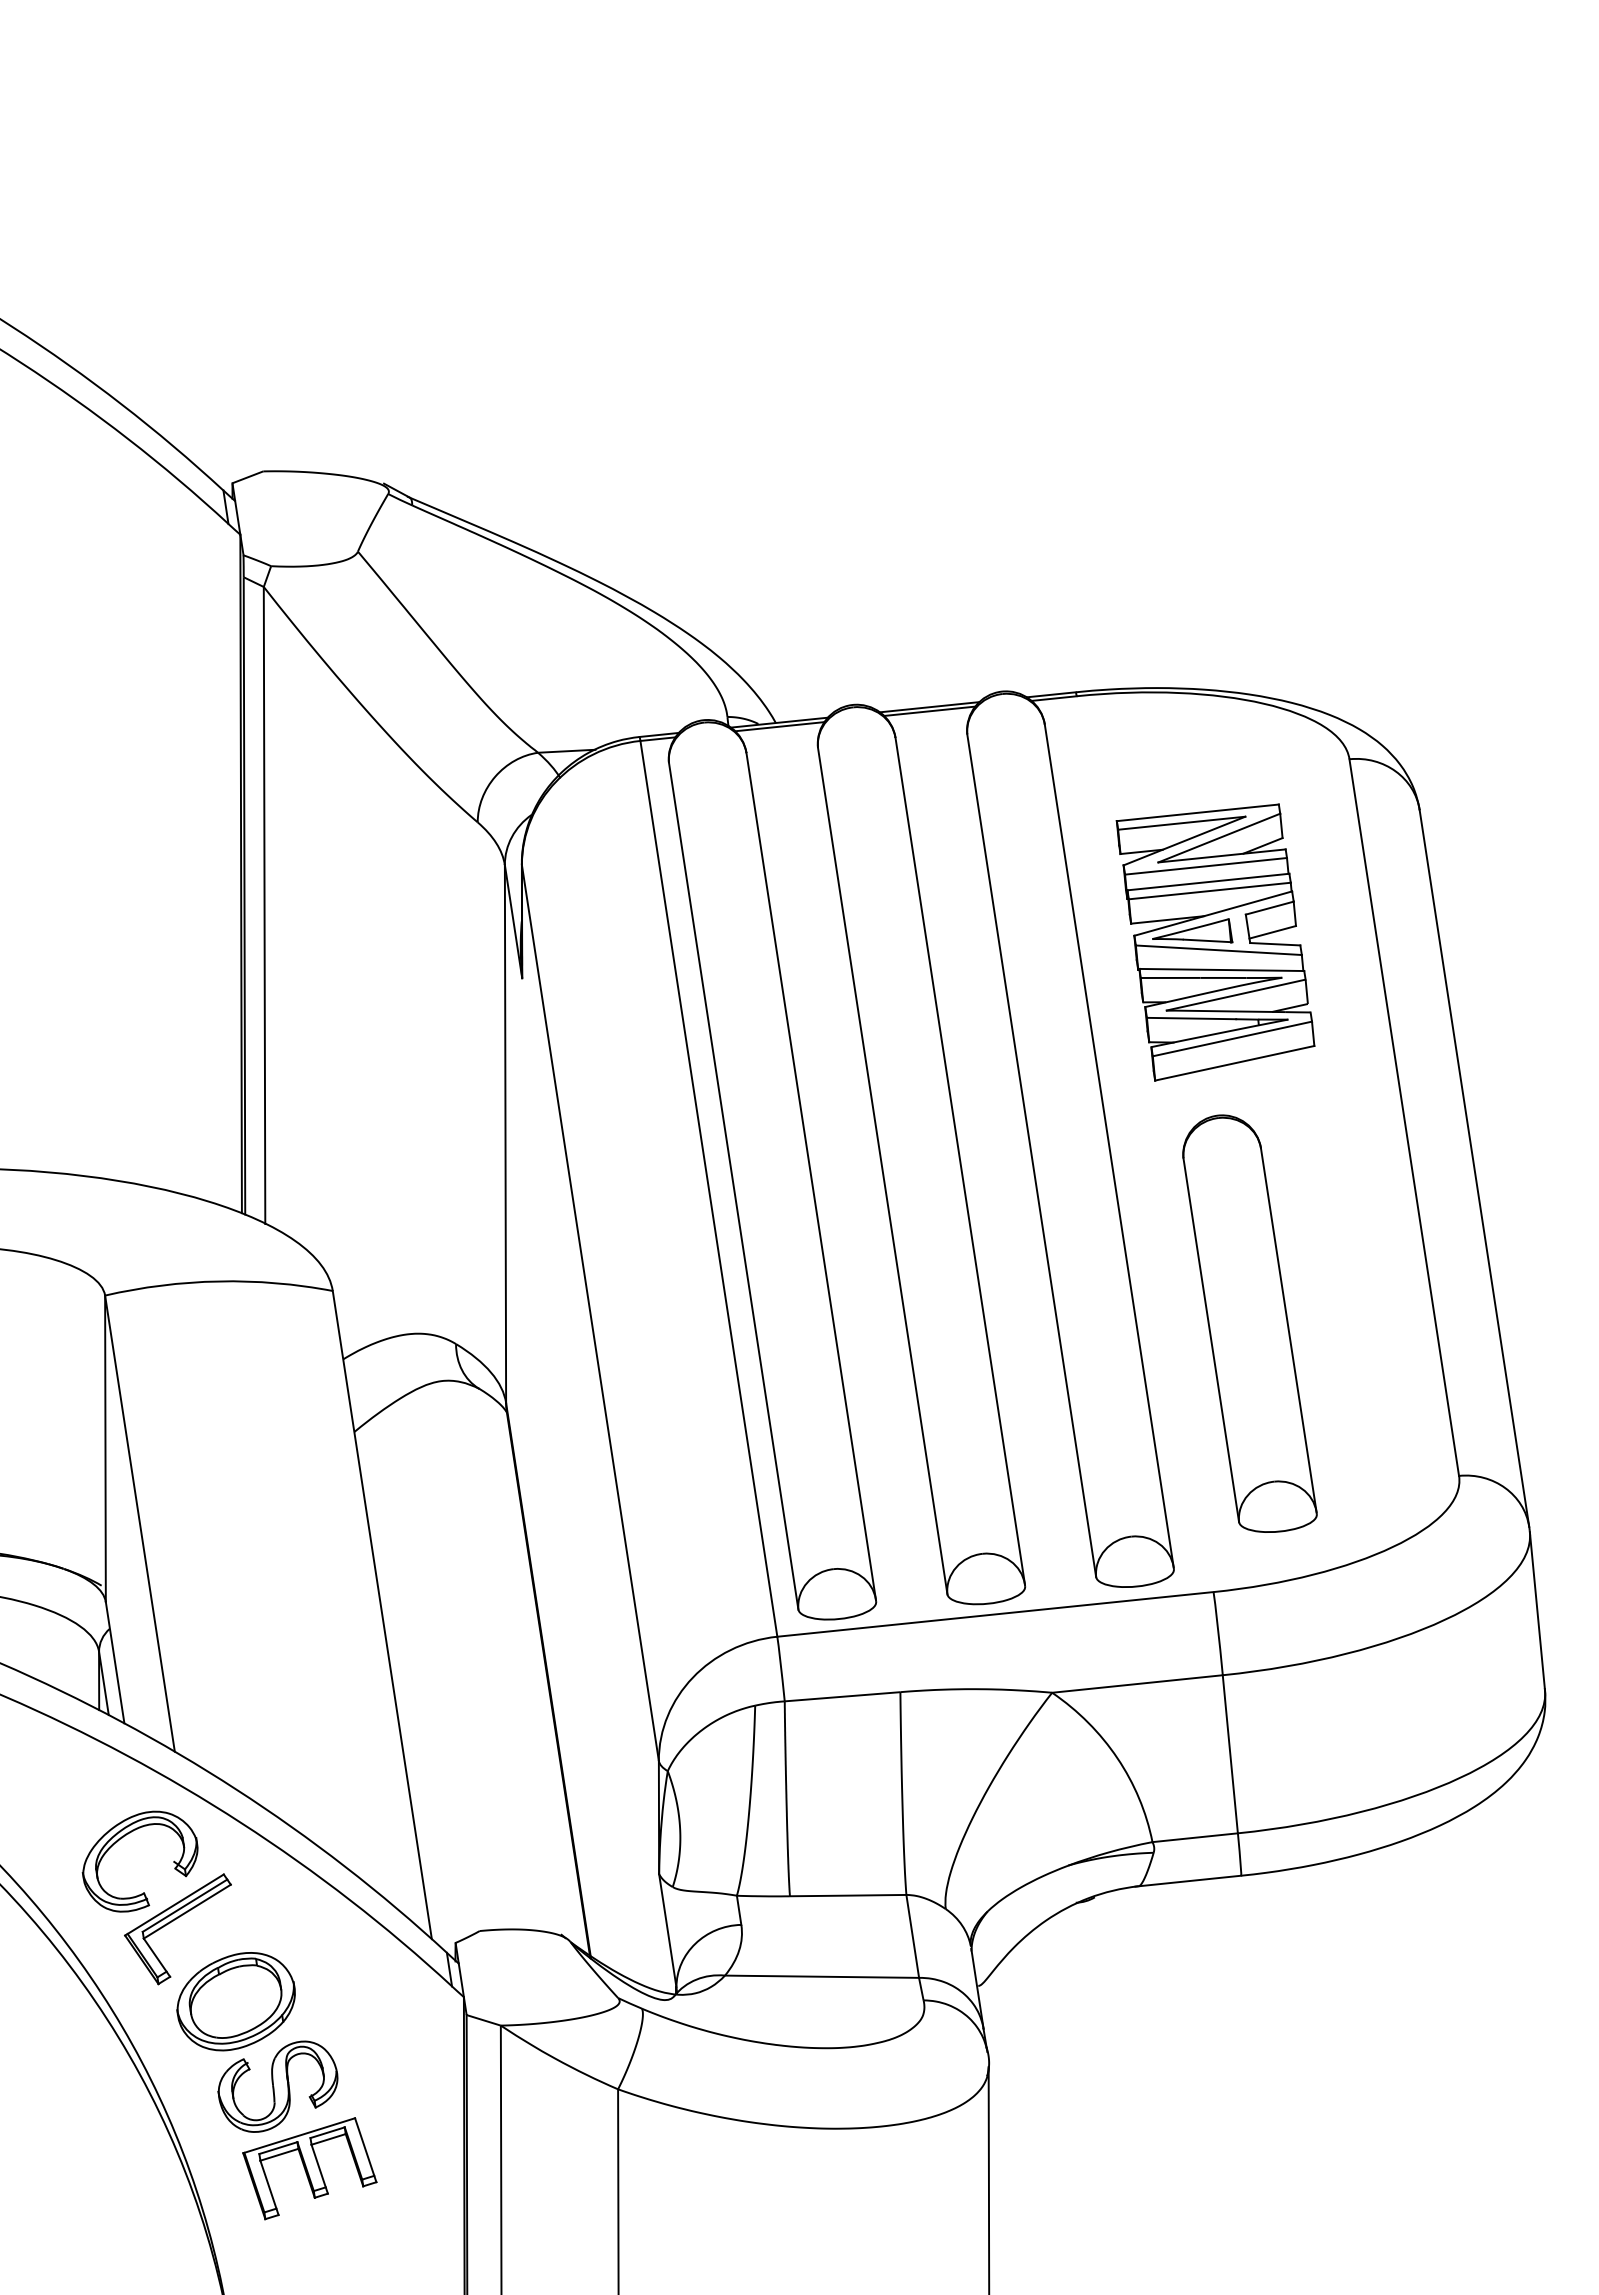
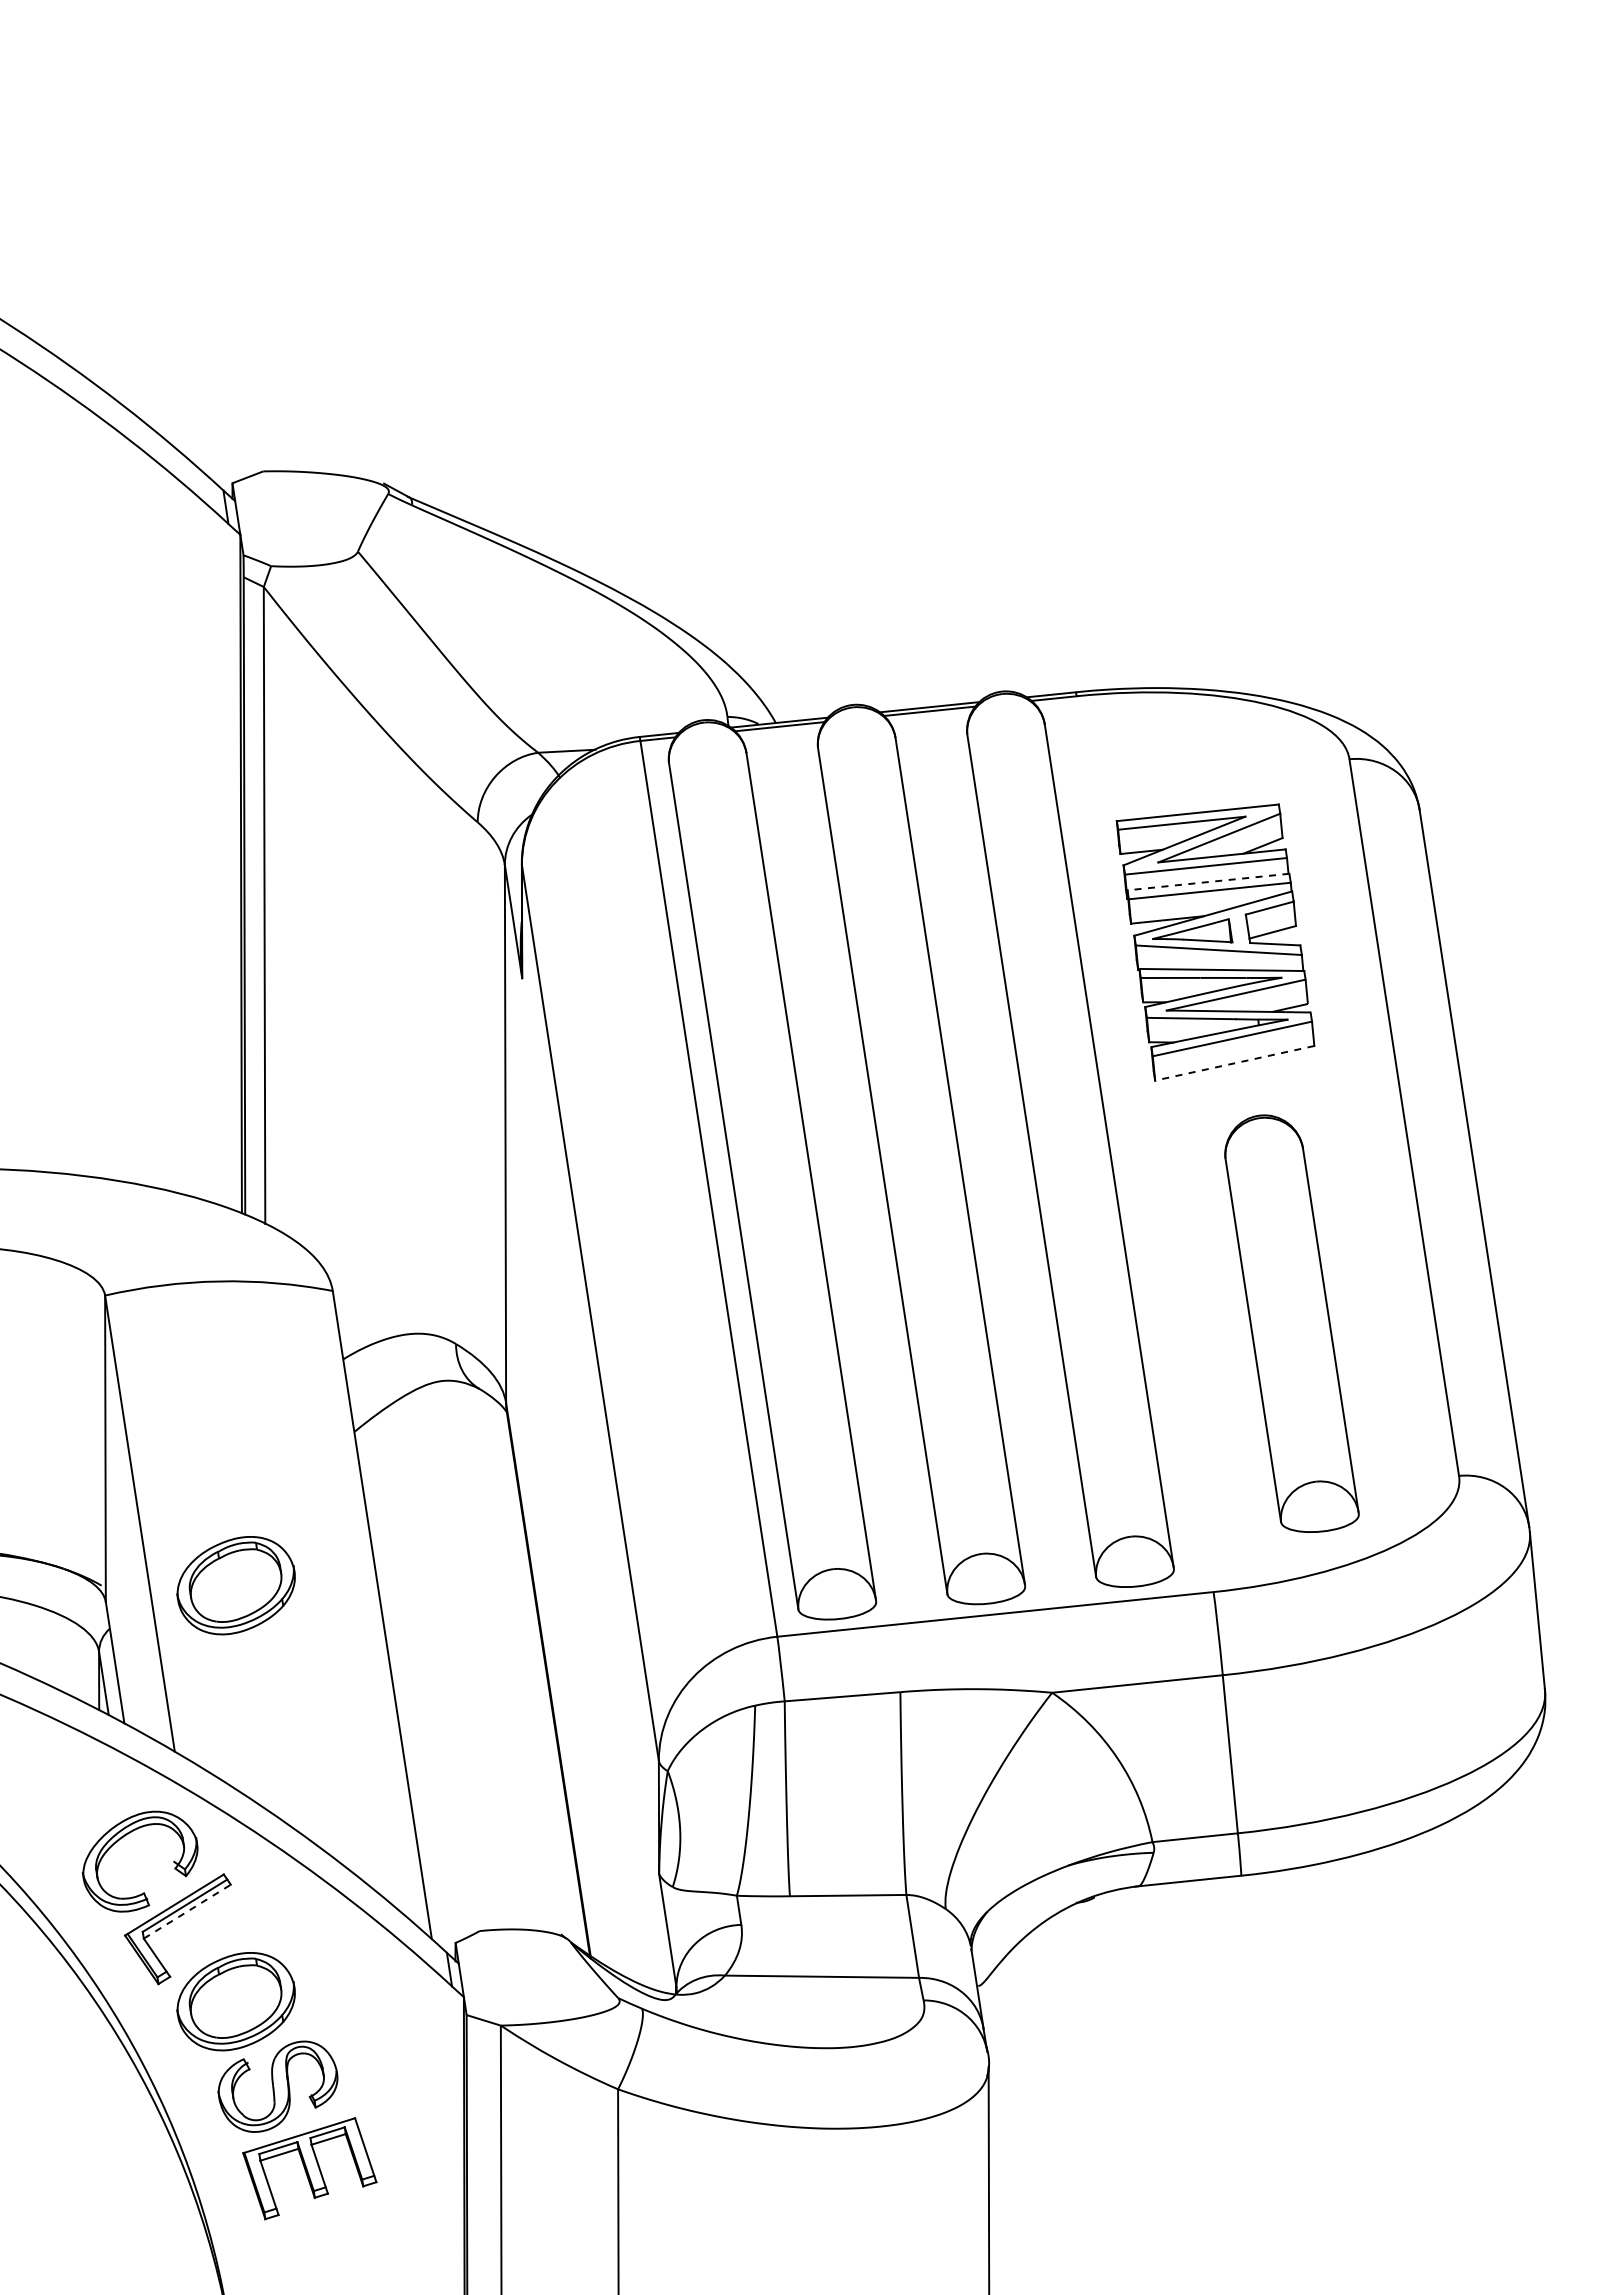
line at (1207, 882): solid -> dashed
line at (1234, 1063): solid -> dashed
part at (1249, 1323) position: (1249, 1323) -> (1291, 1323)
part at (235, 1585): none -> present
line at (187, 1911): solid -> dashed
